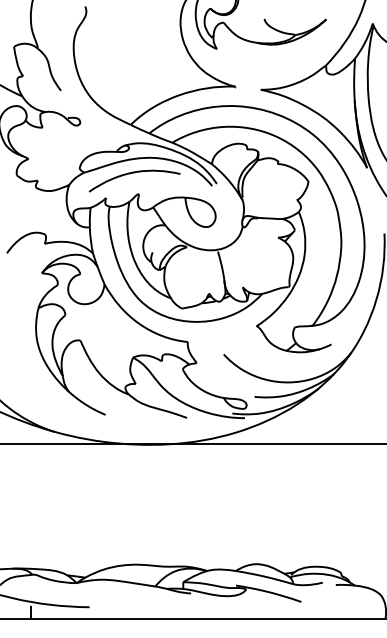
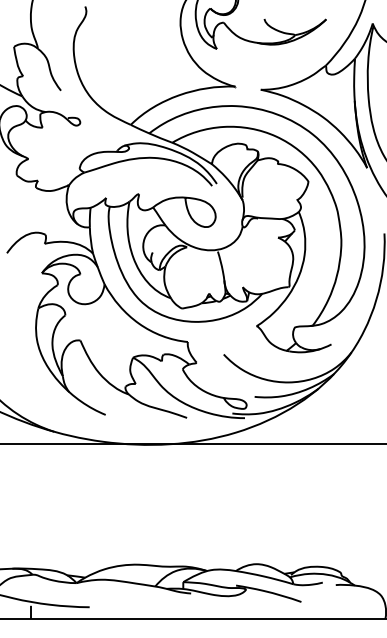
curve at (134, 173): present -> none
